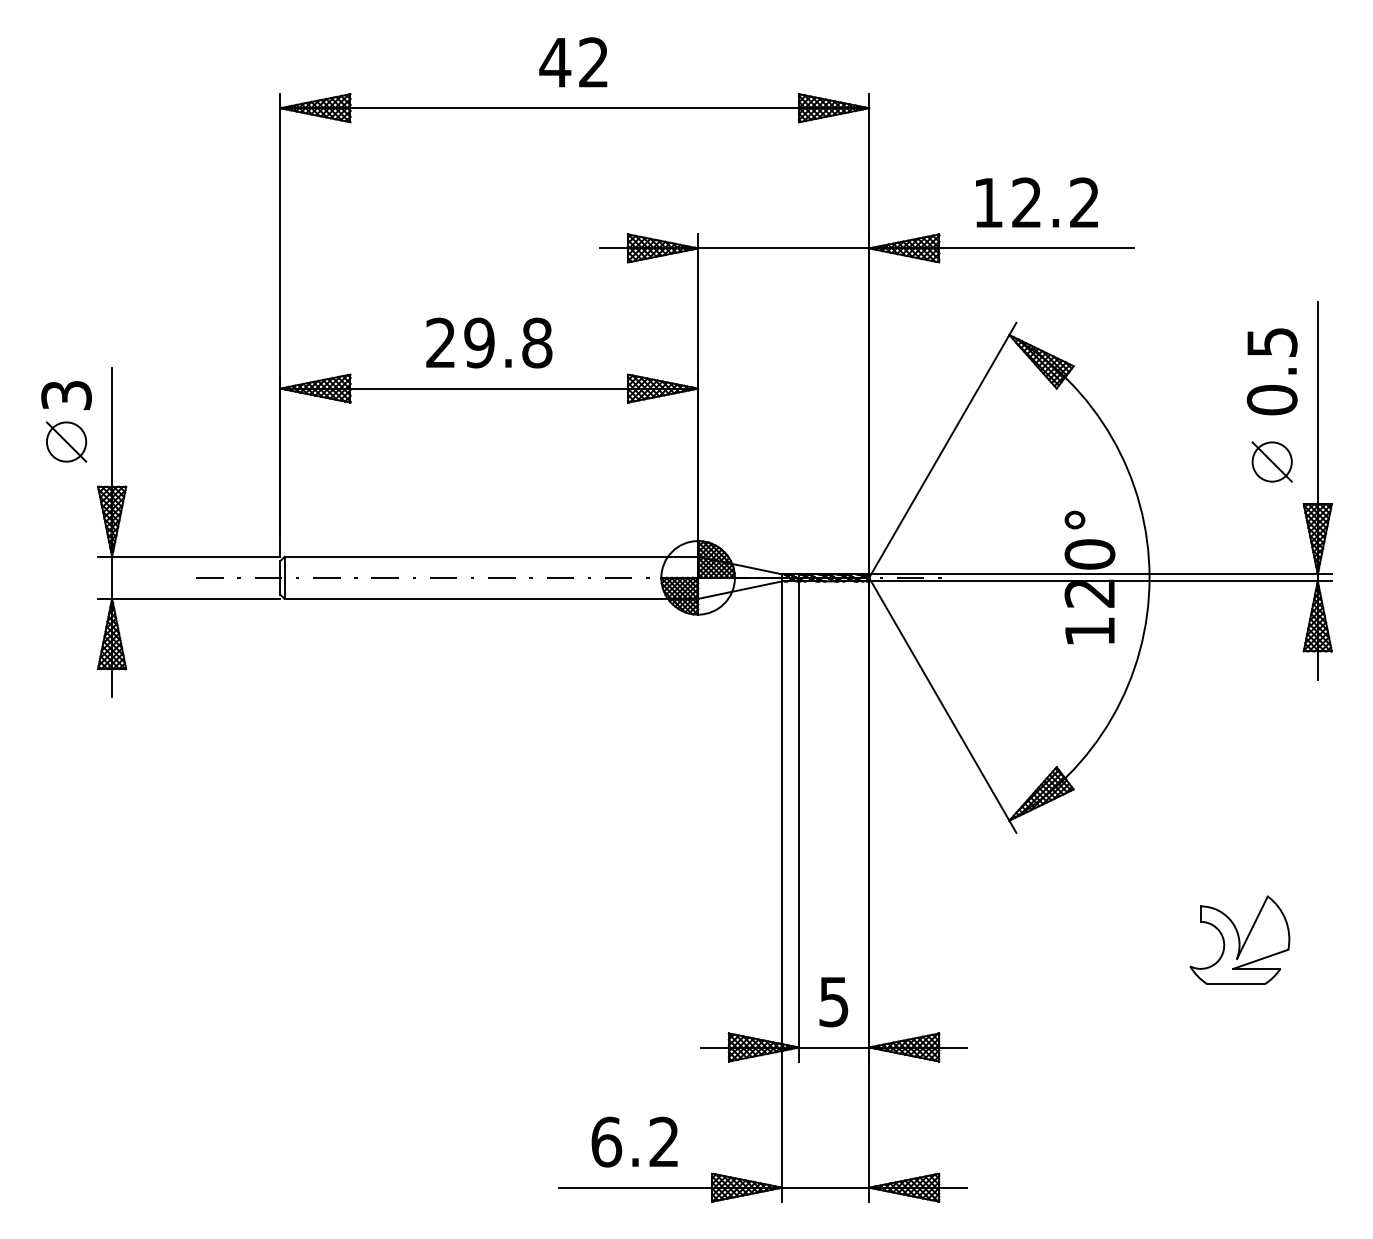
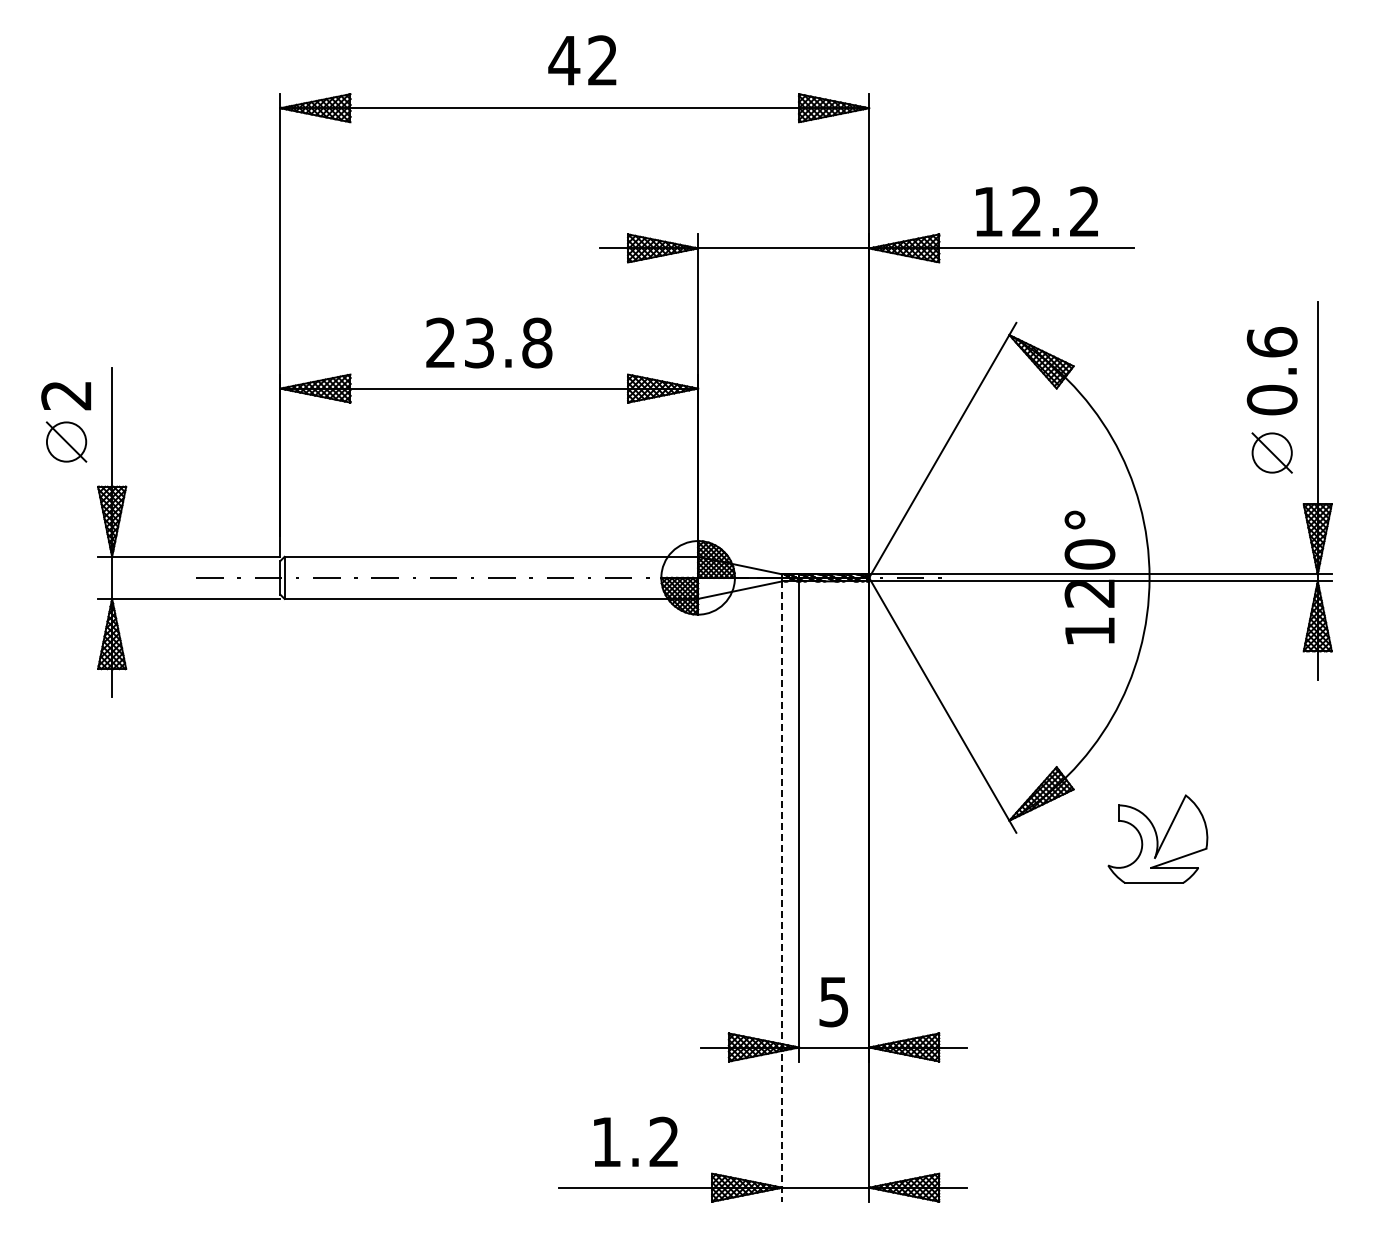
text at (573, 62) position: (573, 62) -> (582, 60)
text at (1036, 202) position: (1036, 202) -> (1036, 211)
text at (479, 342): 29.8 -> 23.8
text at (1271, 342): 0.5 -> 0.6
text at (66, 395): 3 -> 2
part at (1271, 461) position: (1271, 461) -> (1271, 452)
line at (782, 892): solid -> dashed
part at (1239, 939) position: (1239, 939) -> (1157, 838)
text at (606, 1141): 6.2 -> 1.2
